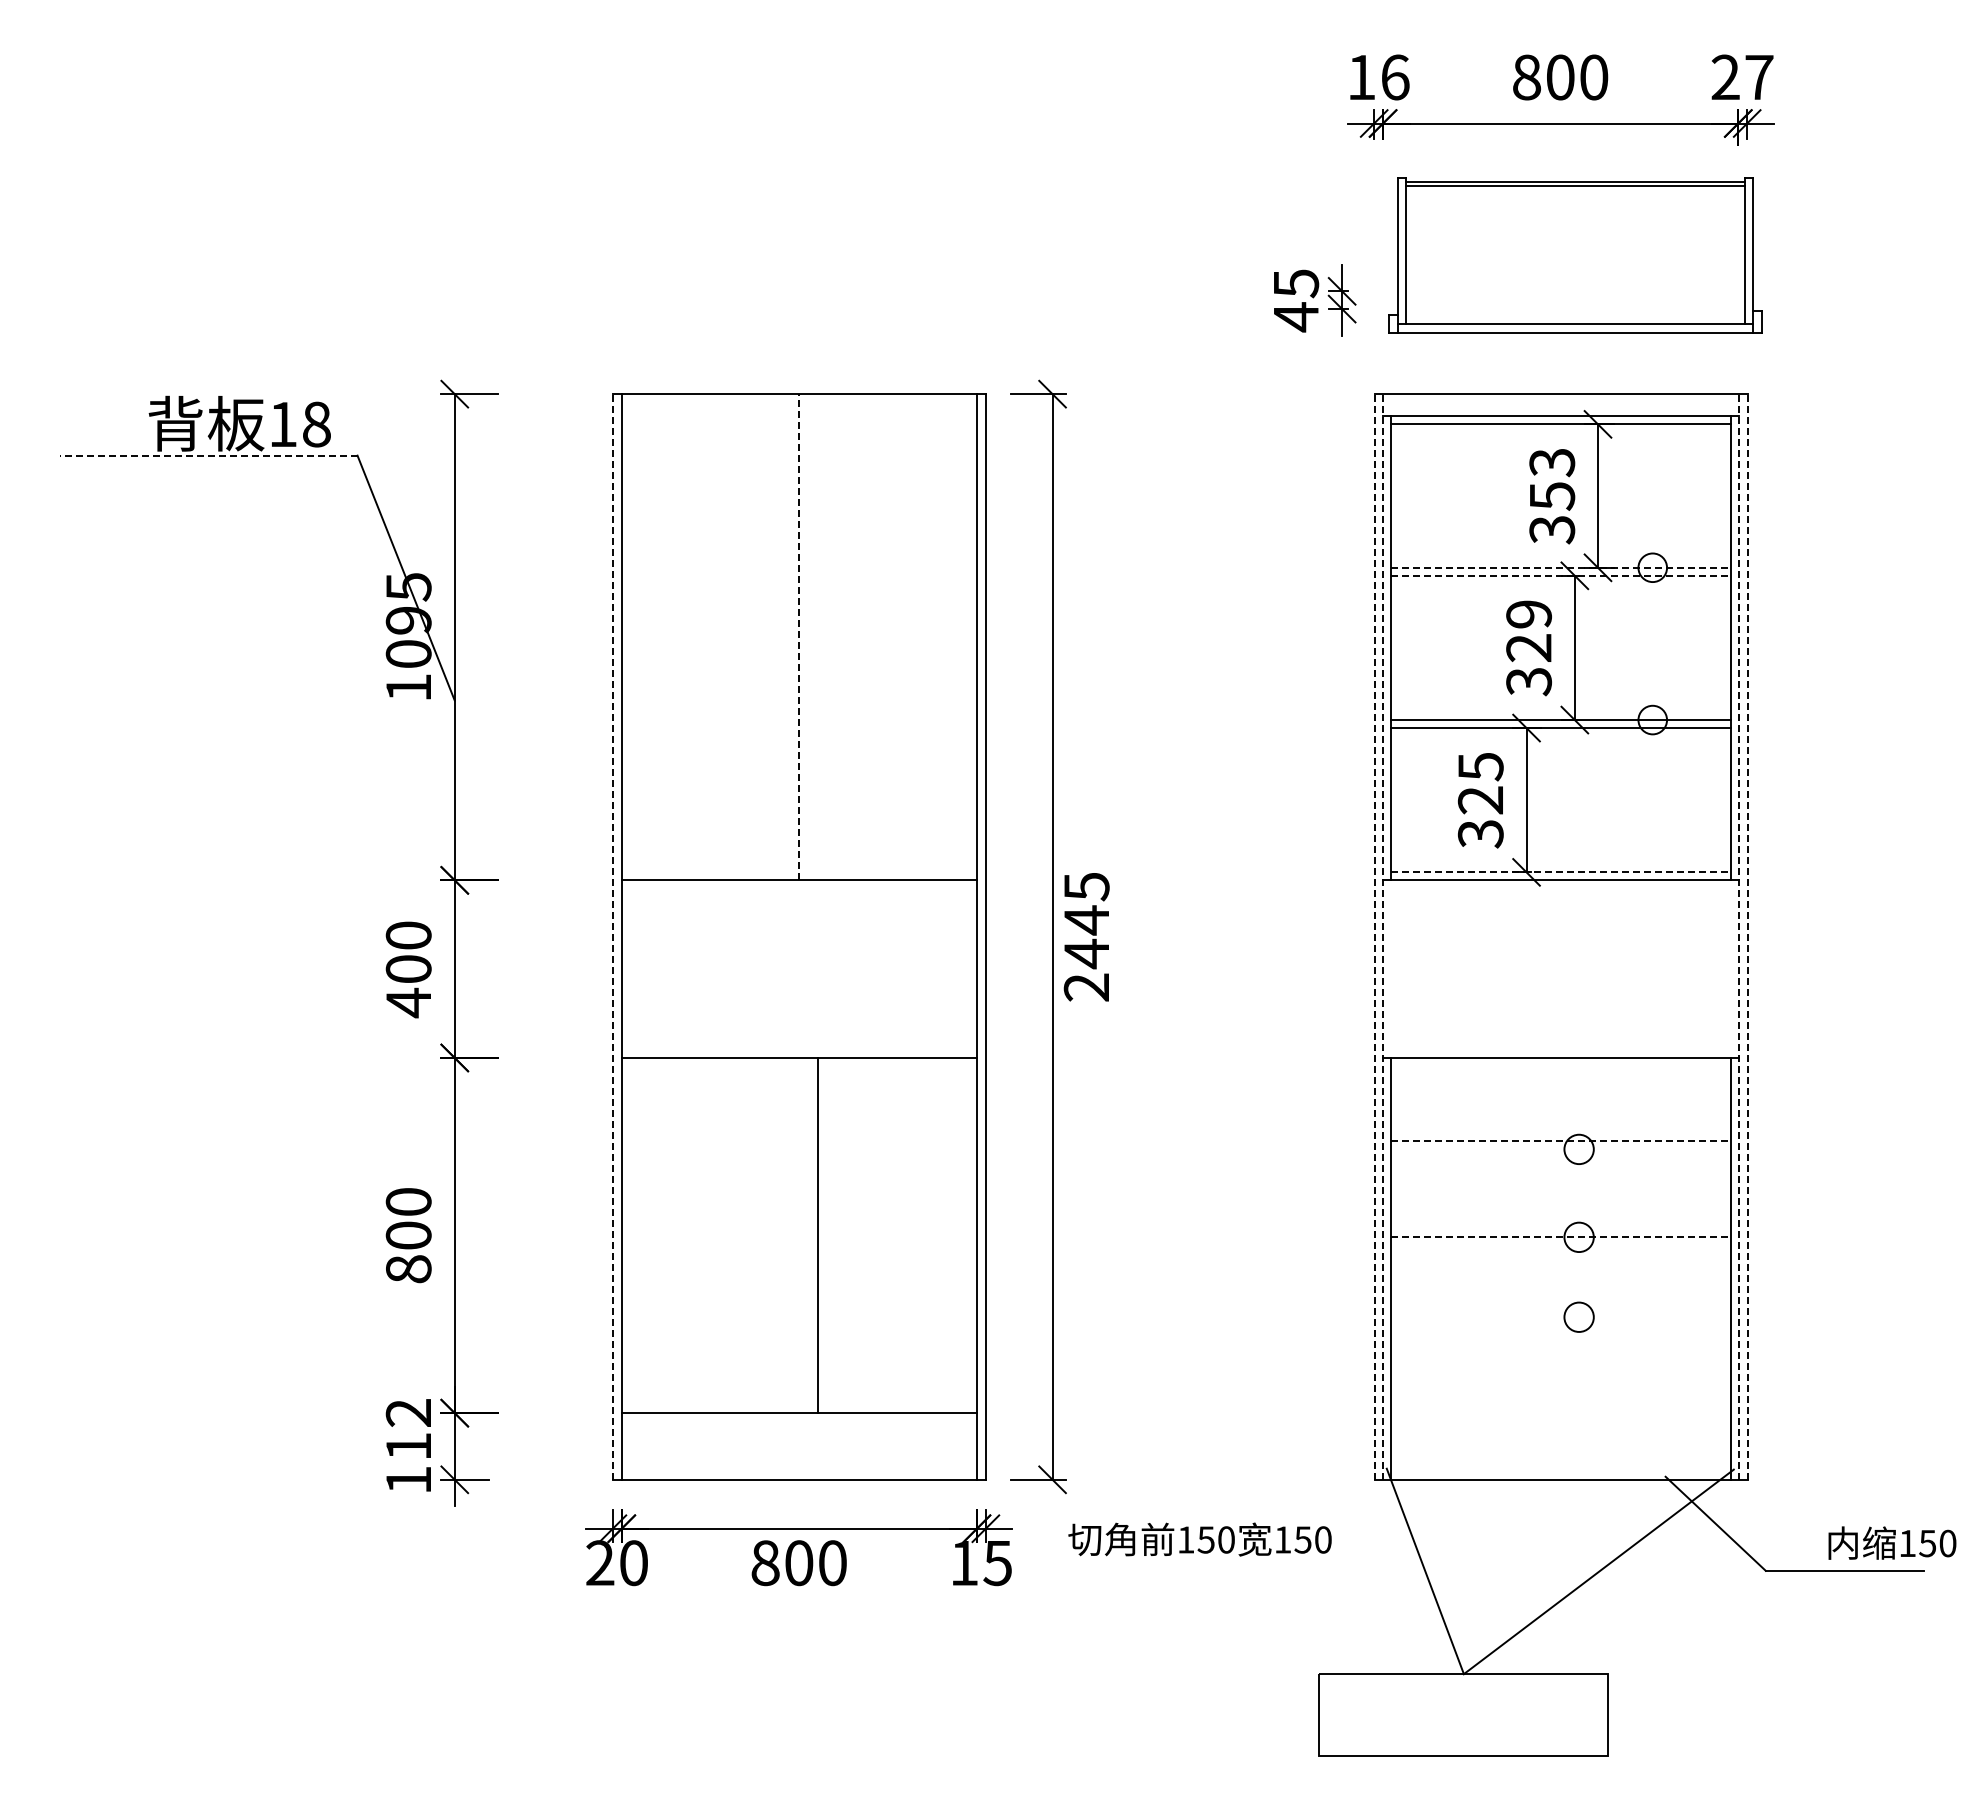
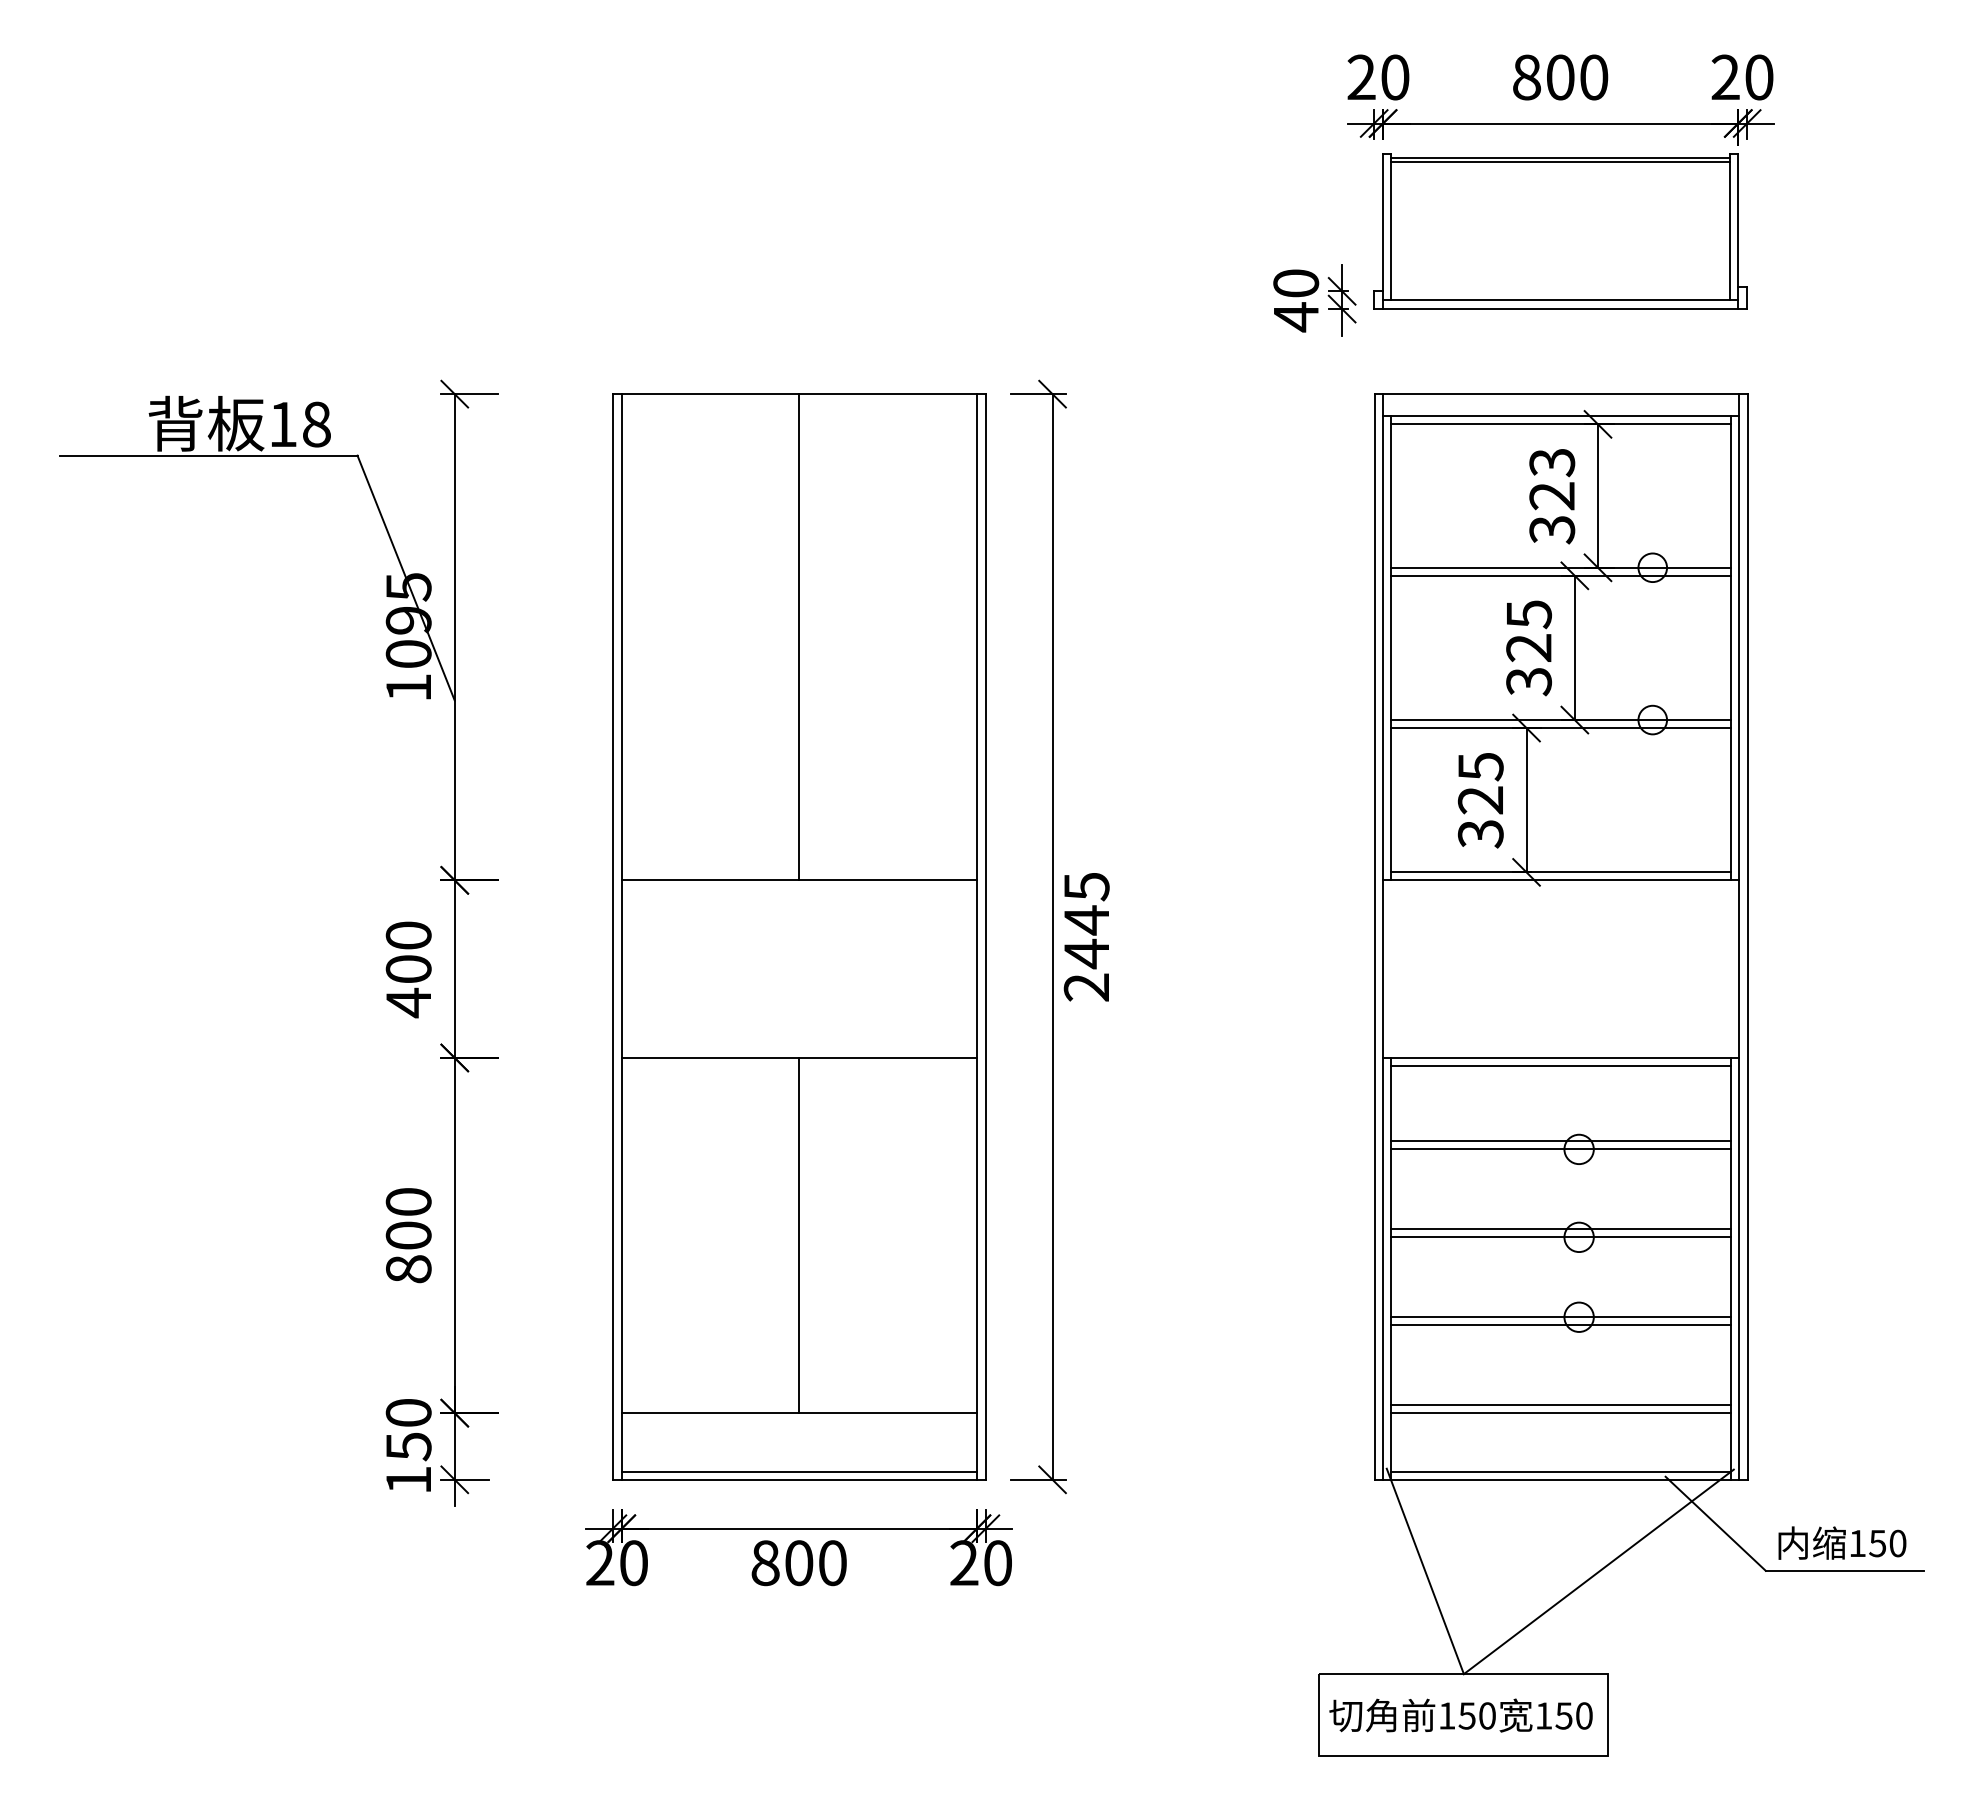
text at (1378, 77): 16 -> 20
text at (1759, 77): 27 -> 20
part at (1575, 255) position: (1575, 255) -> (1560, 231)
text at (1296, 283): 45 -> 40
line at (208, 455): dashed -> solid
text at (1552, 496): 353 -> 323
line at (1561, 567): dashed -> solid
line at (1561, 575): dashed -> solid
text at (1528, 614): 329 -> 325
line at (799, 636): dashed -> solid
line at (1561, 872): dashed -> solid
line at (612, 936): dashed -> solid
line at (1374, 936): dashed -> solid
line at (1383, 936): dashed -> solid
line at (1738, 936): dashed -> solid
line at (1747, 936): dashed -> solid
line at (1560, 1065): none -> present
line at (1561, 1141): dashed -> solid
line at (1560, 1149): none -> present
line at (1560, 1229): none -> present
line at (818, 1235) position: (818, 1235) -> (799, 1235)
line at (1561, 1237): dashed -> solid
line at (1560, 1317): none -> present
line at (1560, 1325): none -> present
line at (1560, 1405): none -> present
line at (1560, 1413): none -> present
text at (408, 1430): 112 -> 150
line at (798, 1471): none -> present
line at (1560, 1471): none -> present
text at (1199, 1539) position: (1199, 1539) -> (1460, 1715)
text at (1892, 1542) position: (1892, 1542) -> (1842, 1542)
text at (980, 1563): 15 -> 20
